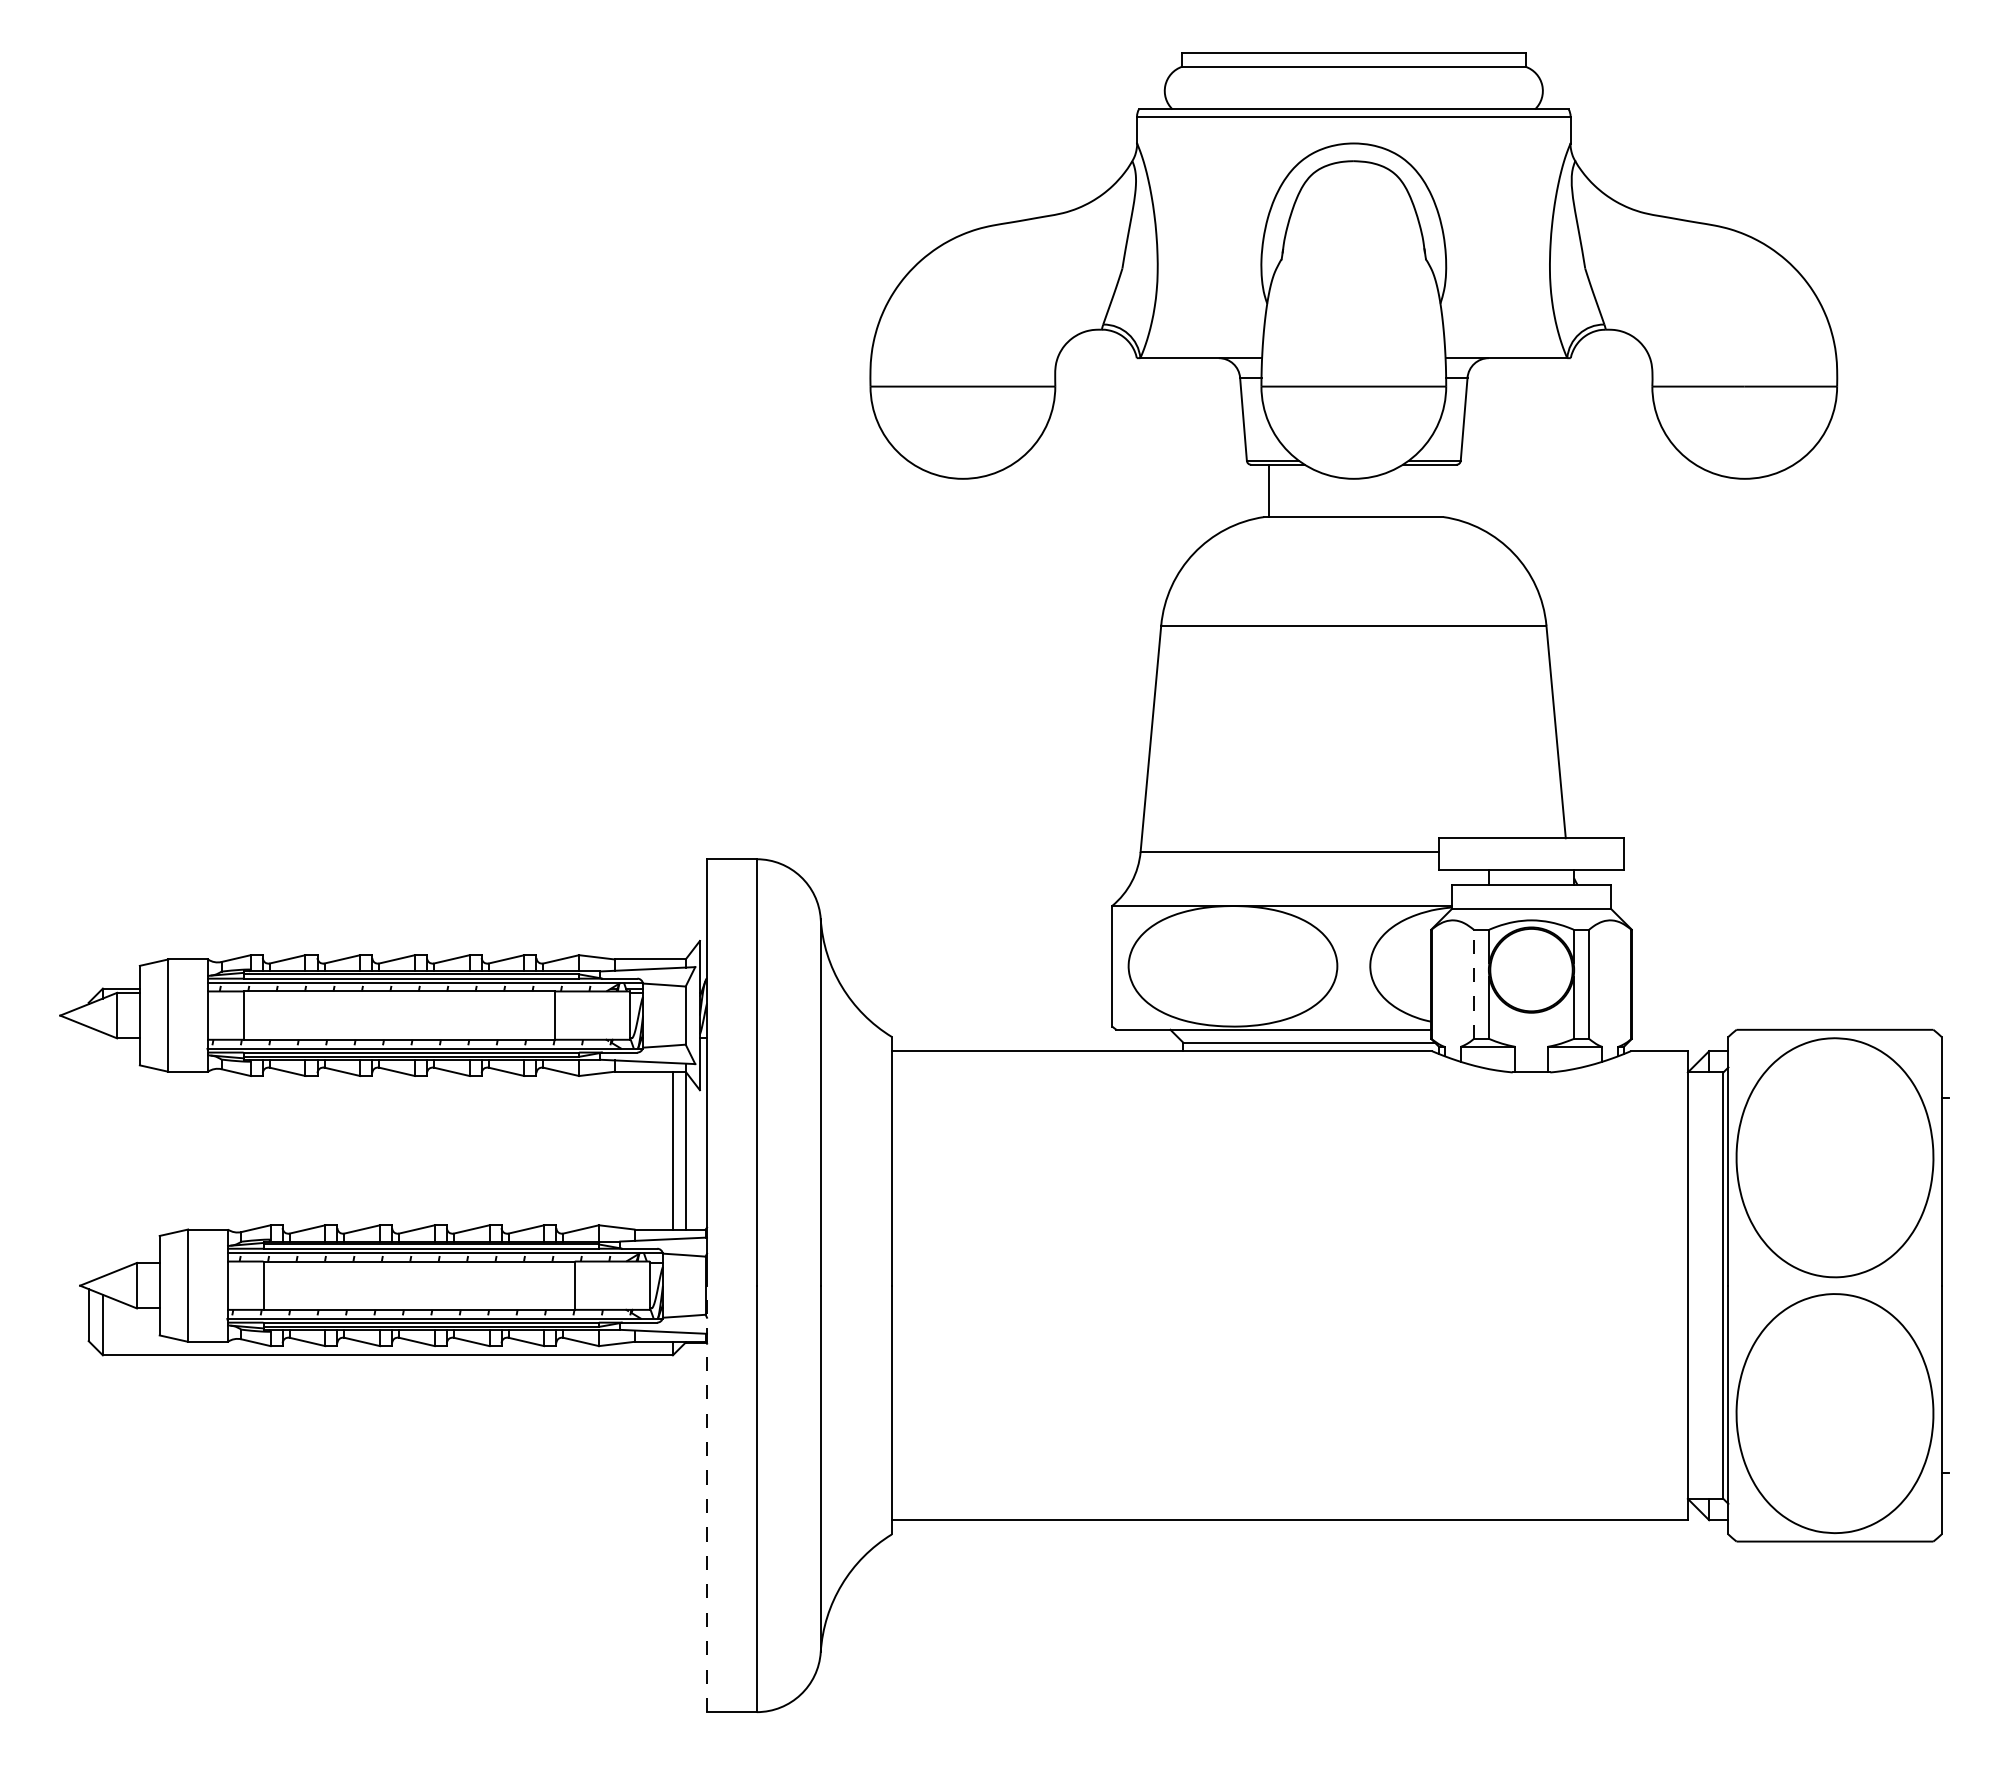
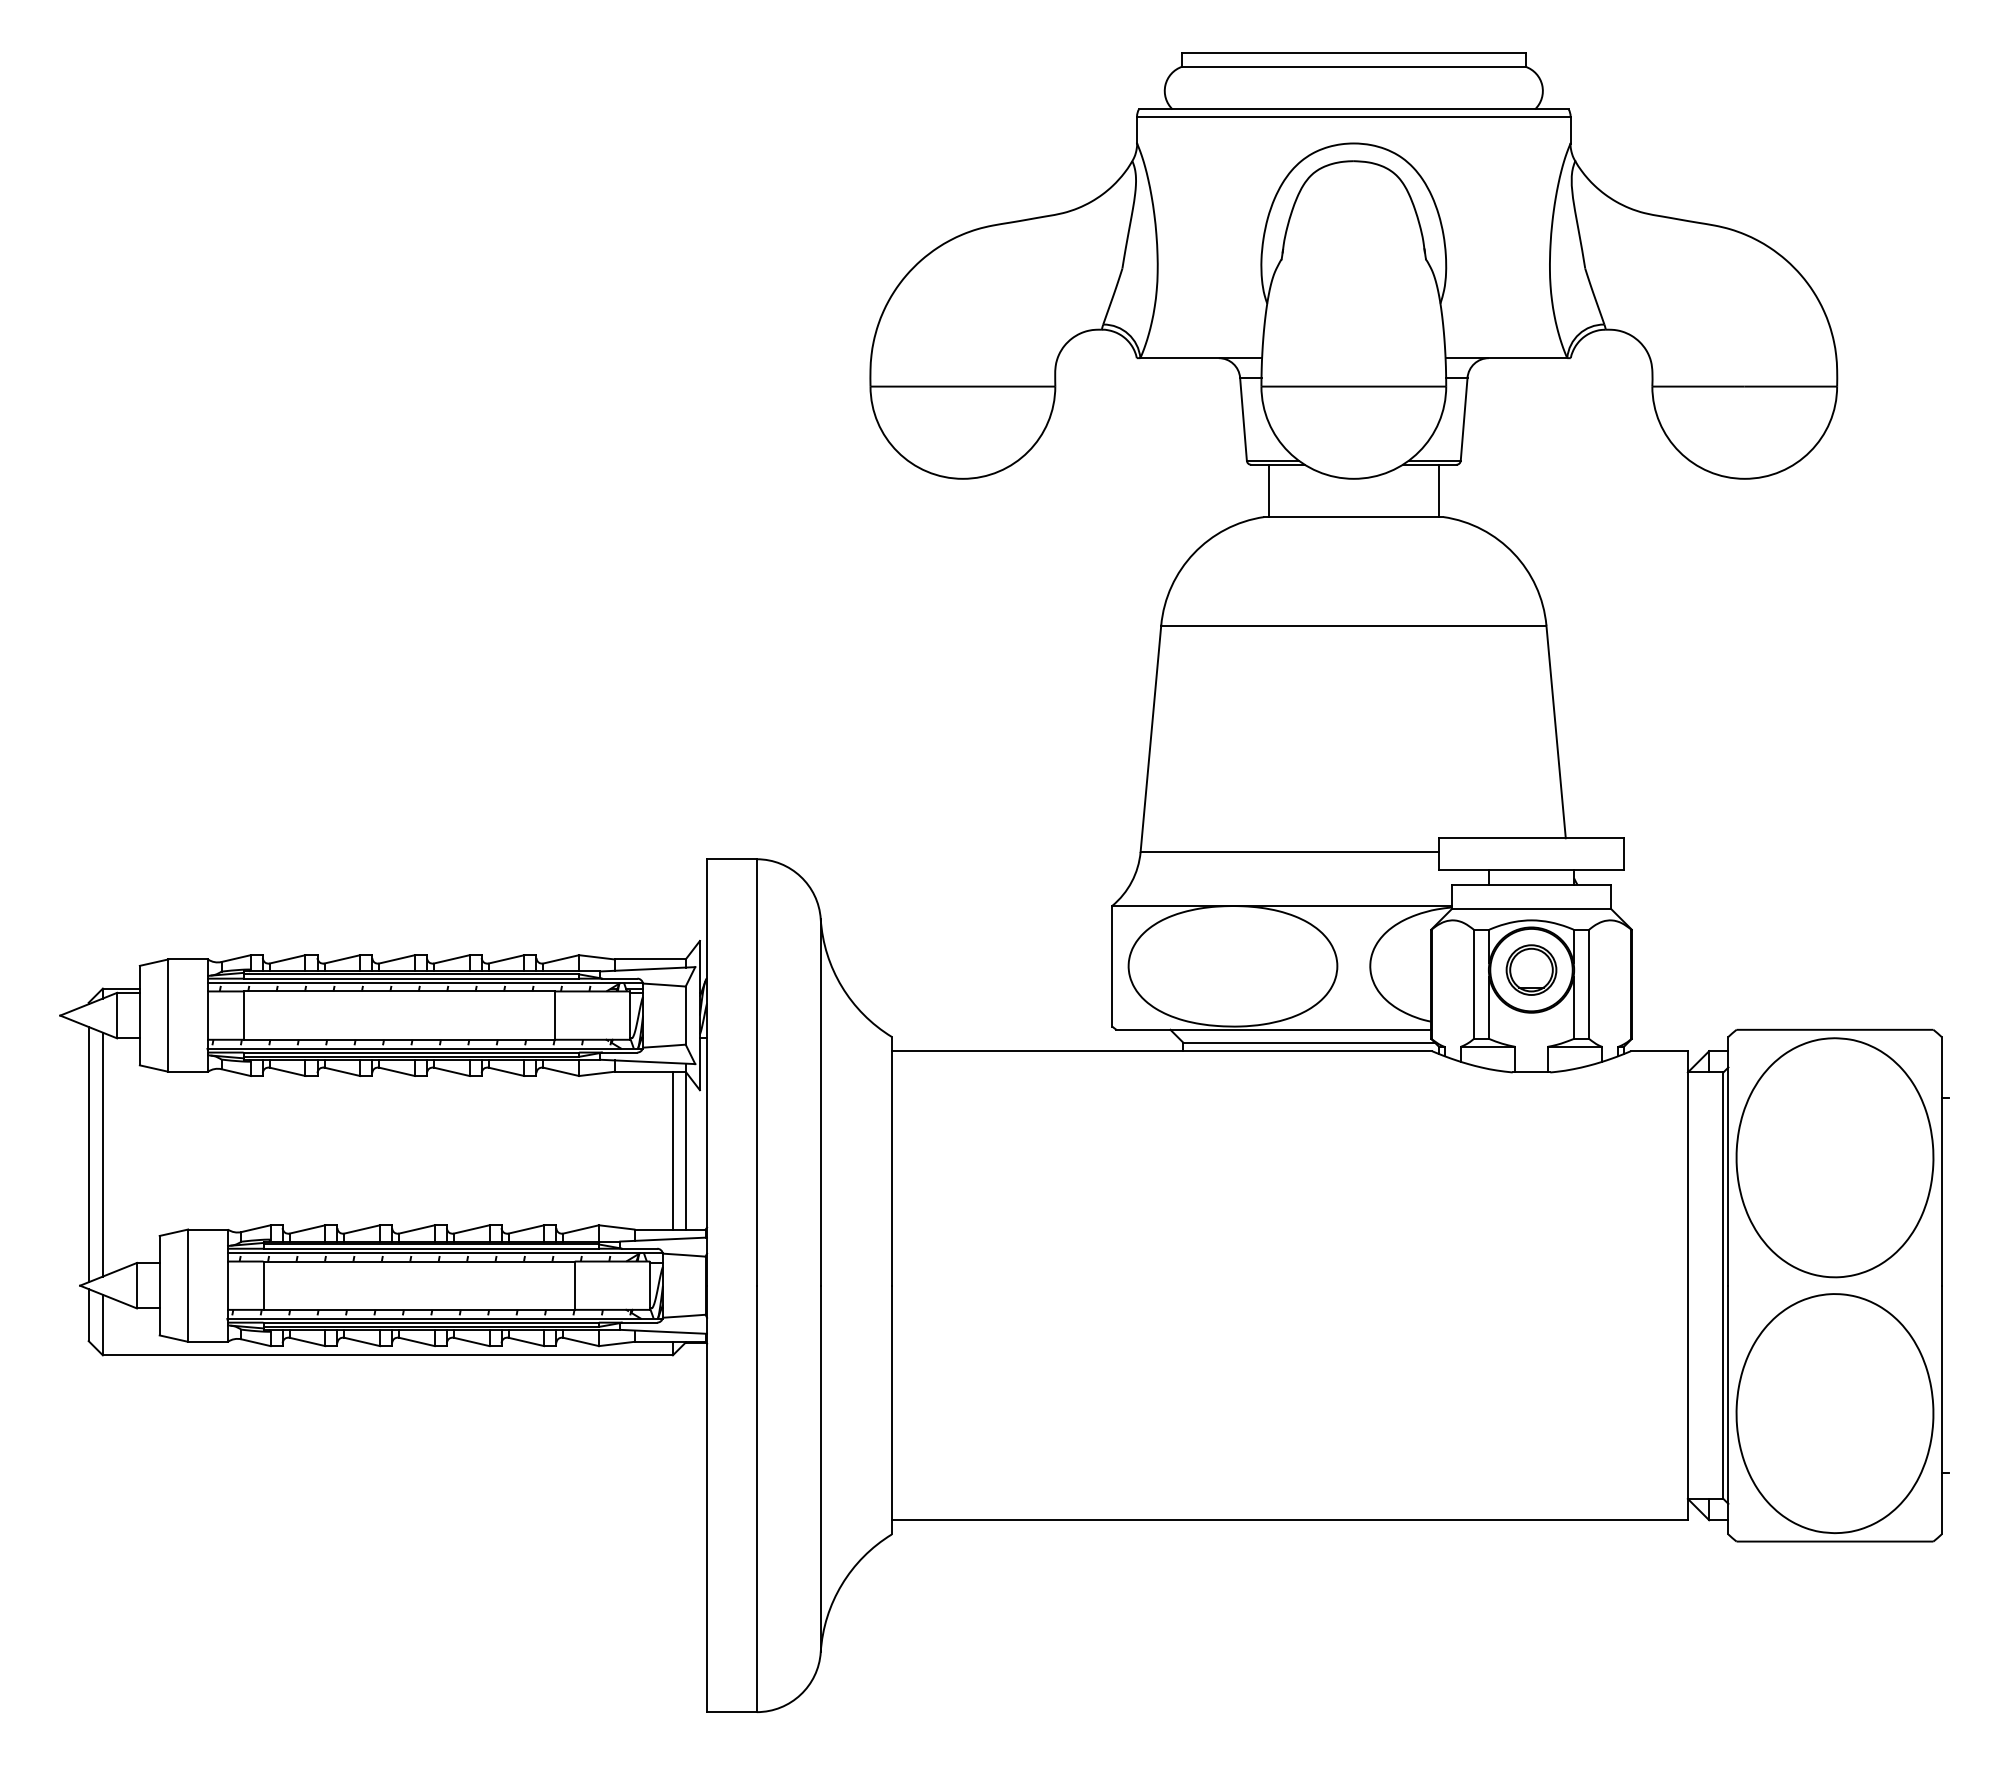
line at (1439, 490): none -> present
part at (1531, 969): none -> present
line at (1473, 984): dashed -> solid
line at (88, 1154): none -> present
line at (102, 1154): none -> present
line at (707, 1498): dashed -> solid
